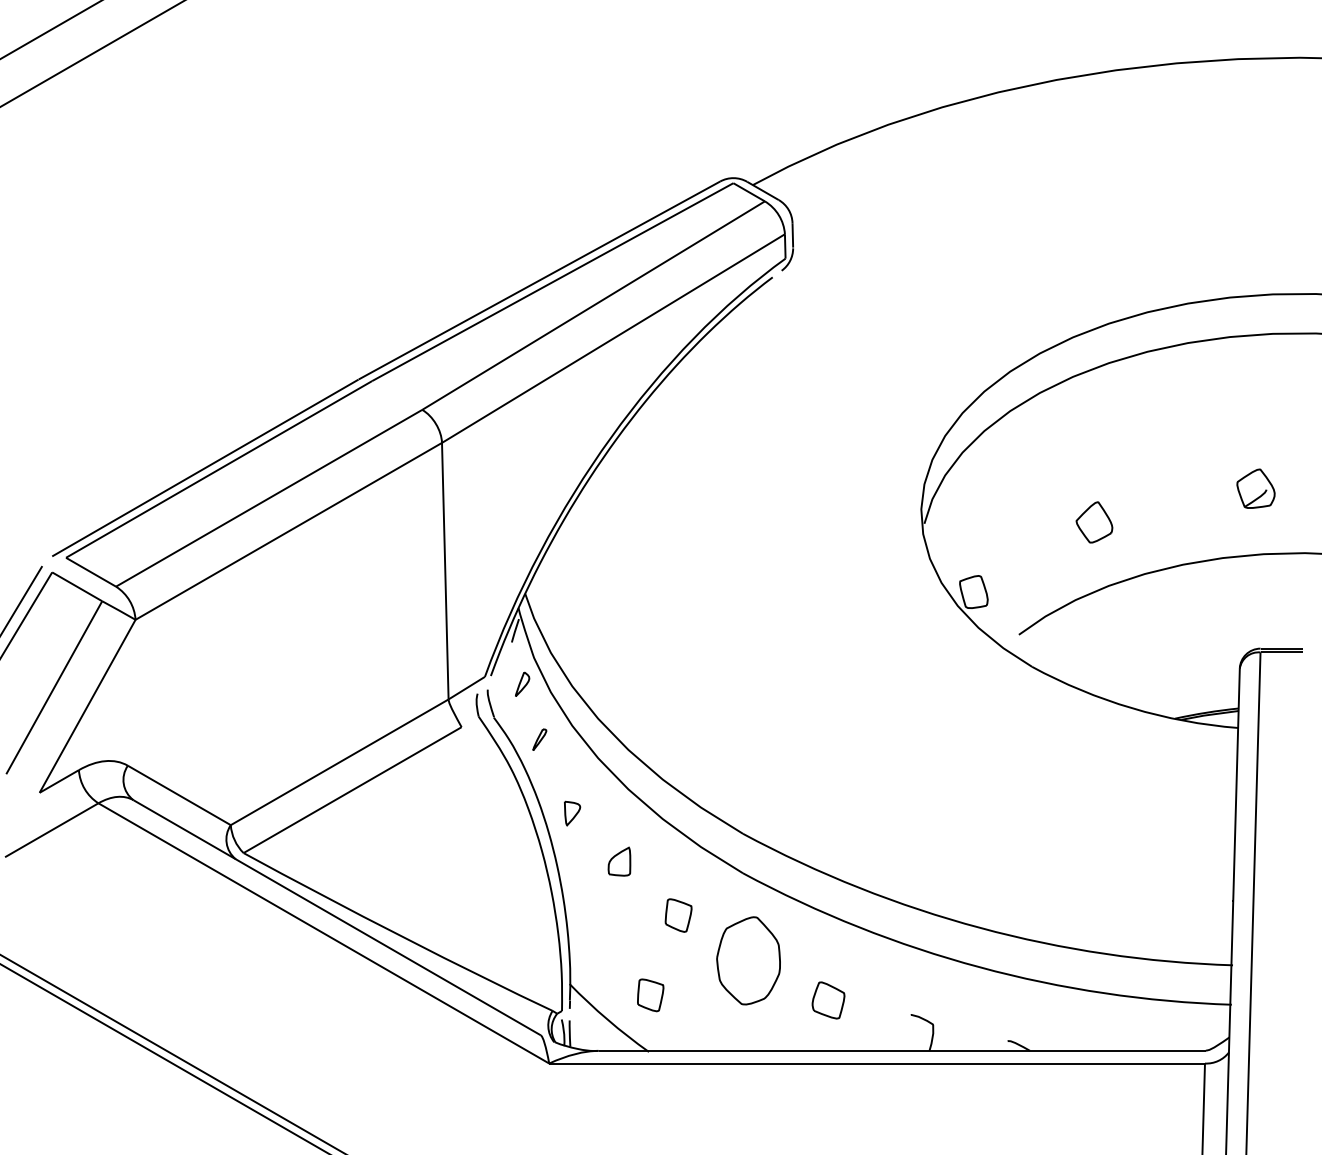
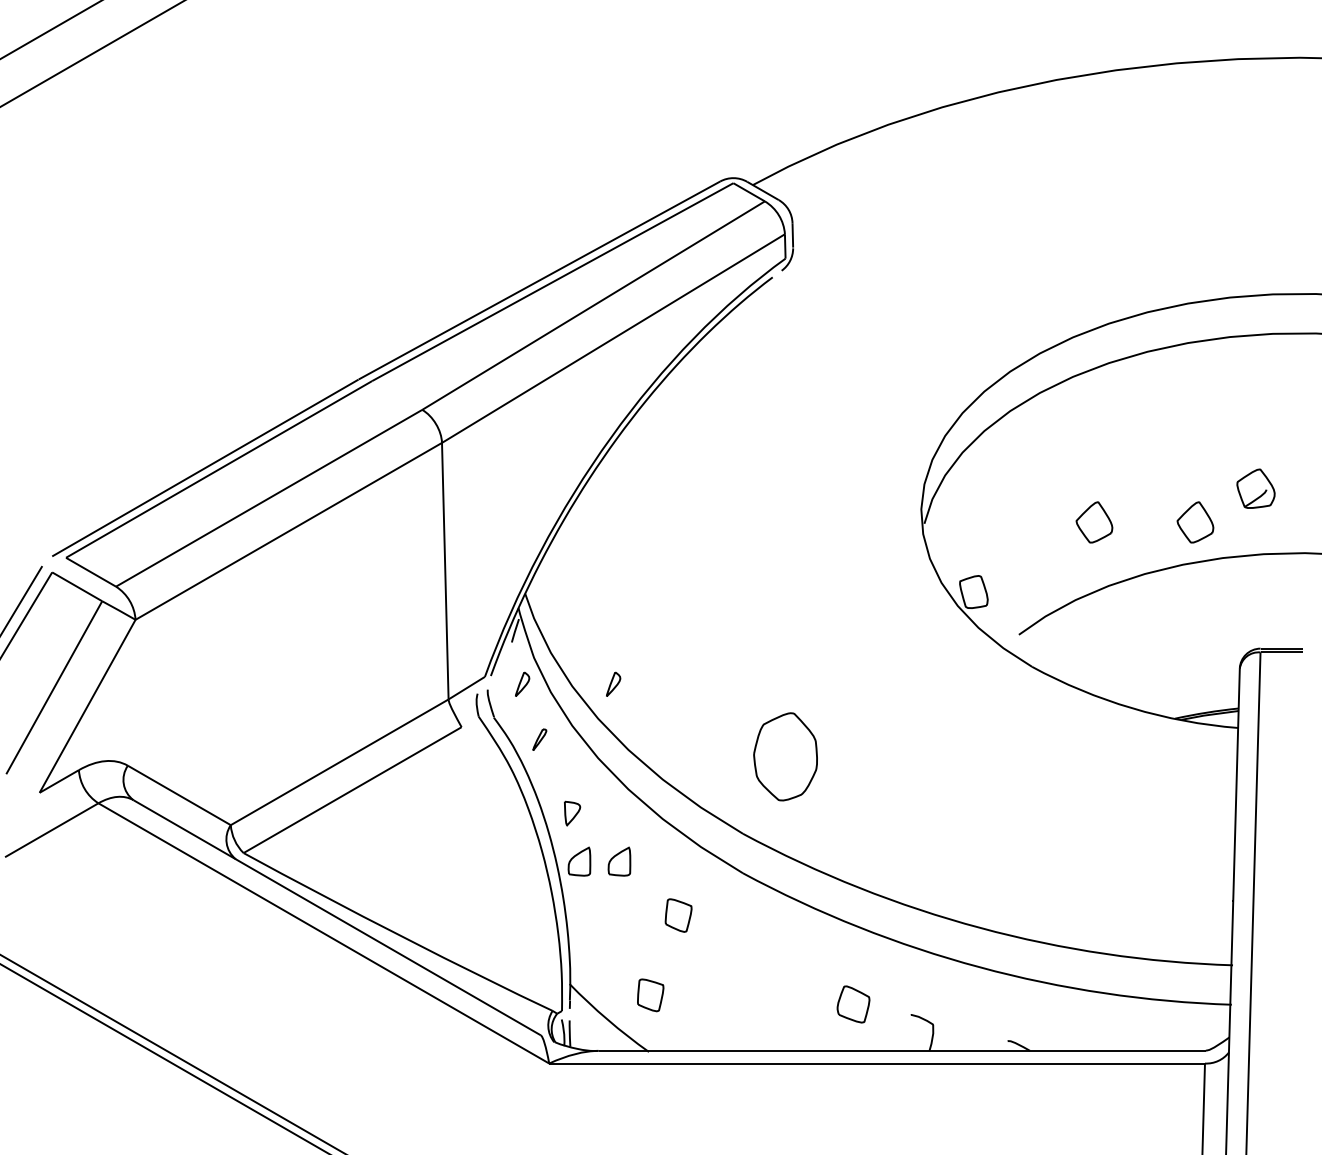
part at (1195, 522): none -> present
part at (613, 683): none -> present
part at (579, 861): none -> present
part at (748, 960) position: (748, 960) -> (785, 756)
part at (828, 1000) position: (828, 1000) -> (853, 1004)
